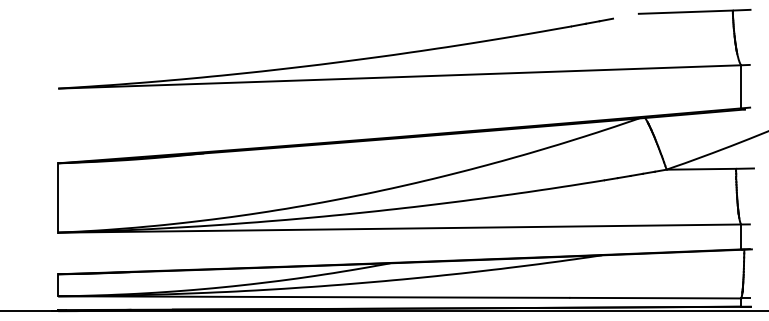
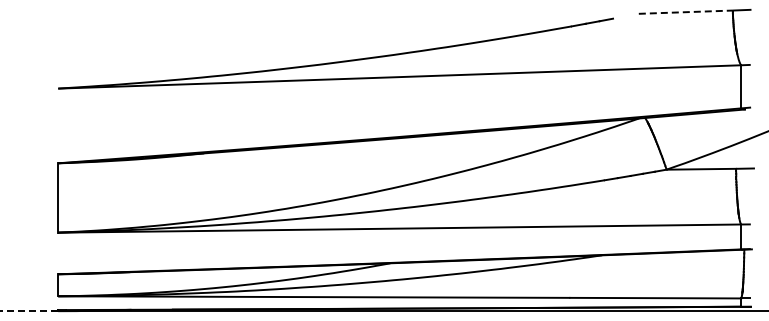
line at (686, 12): solid -> dashed
line at (29, 311): solid -> dashed
